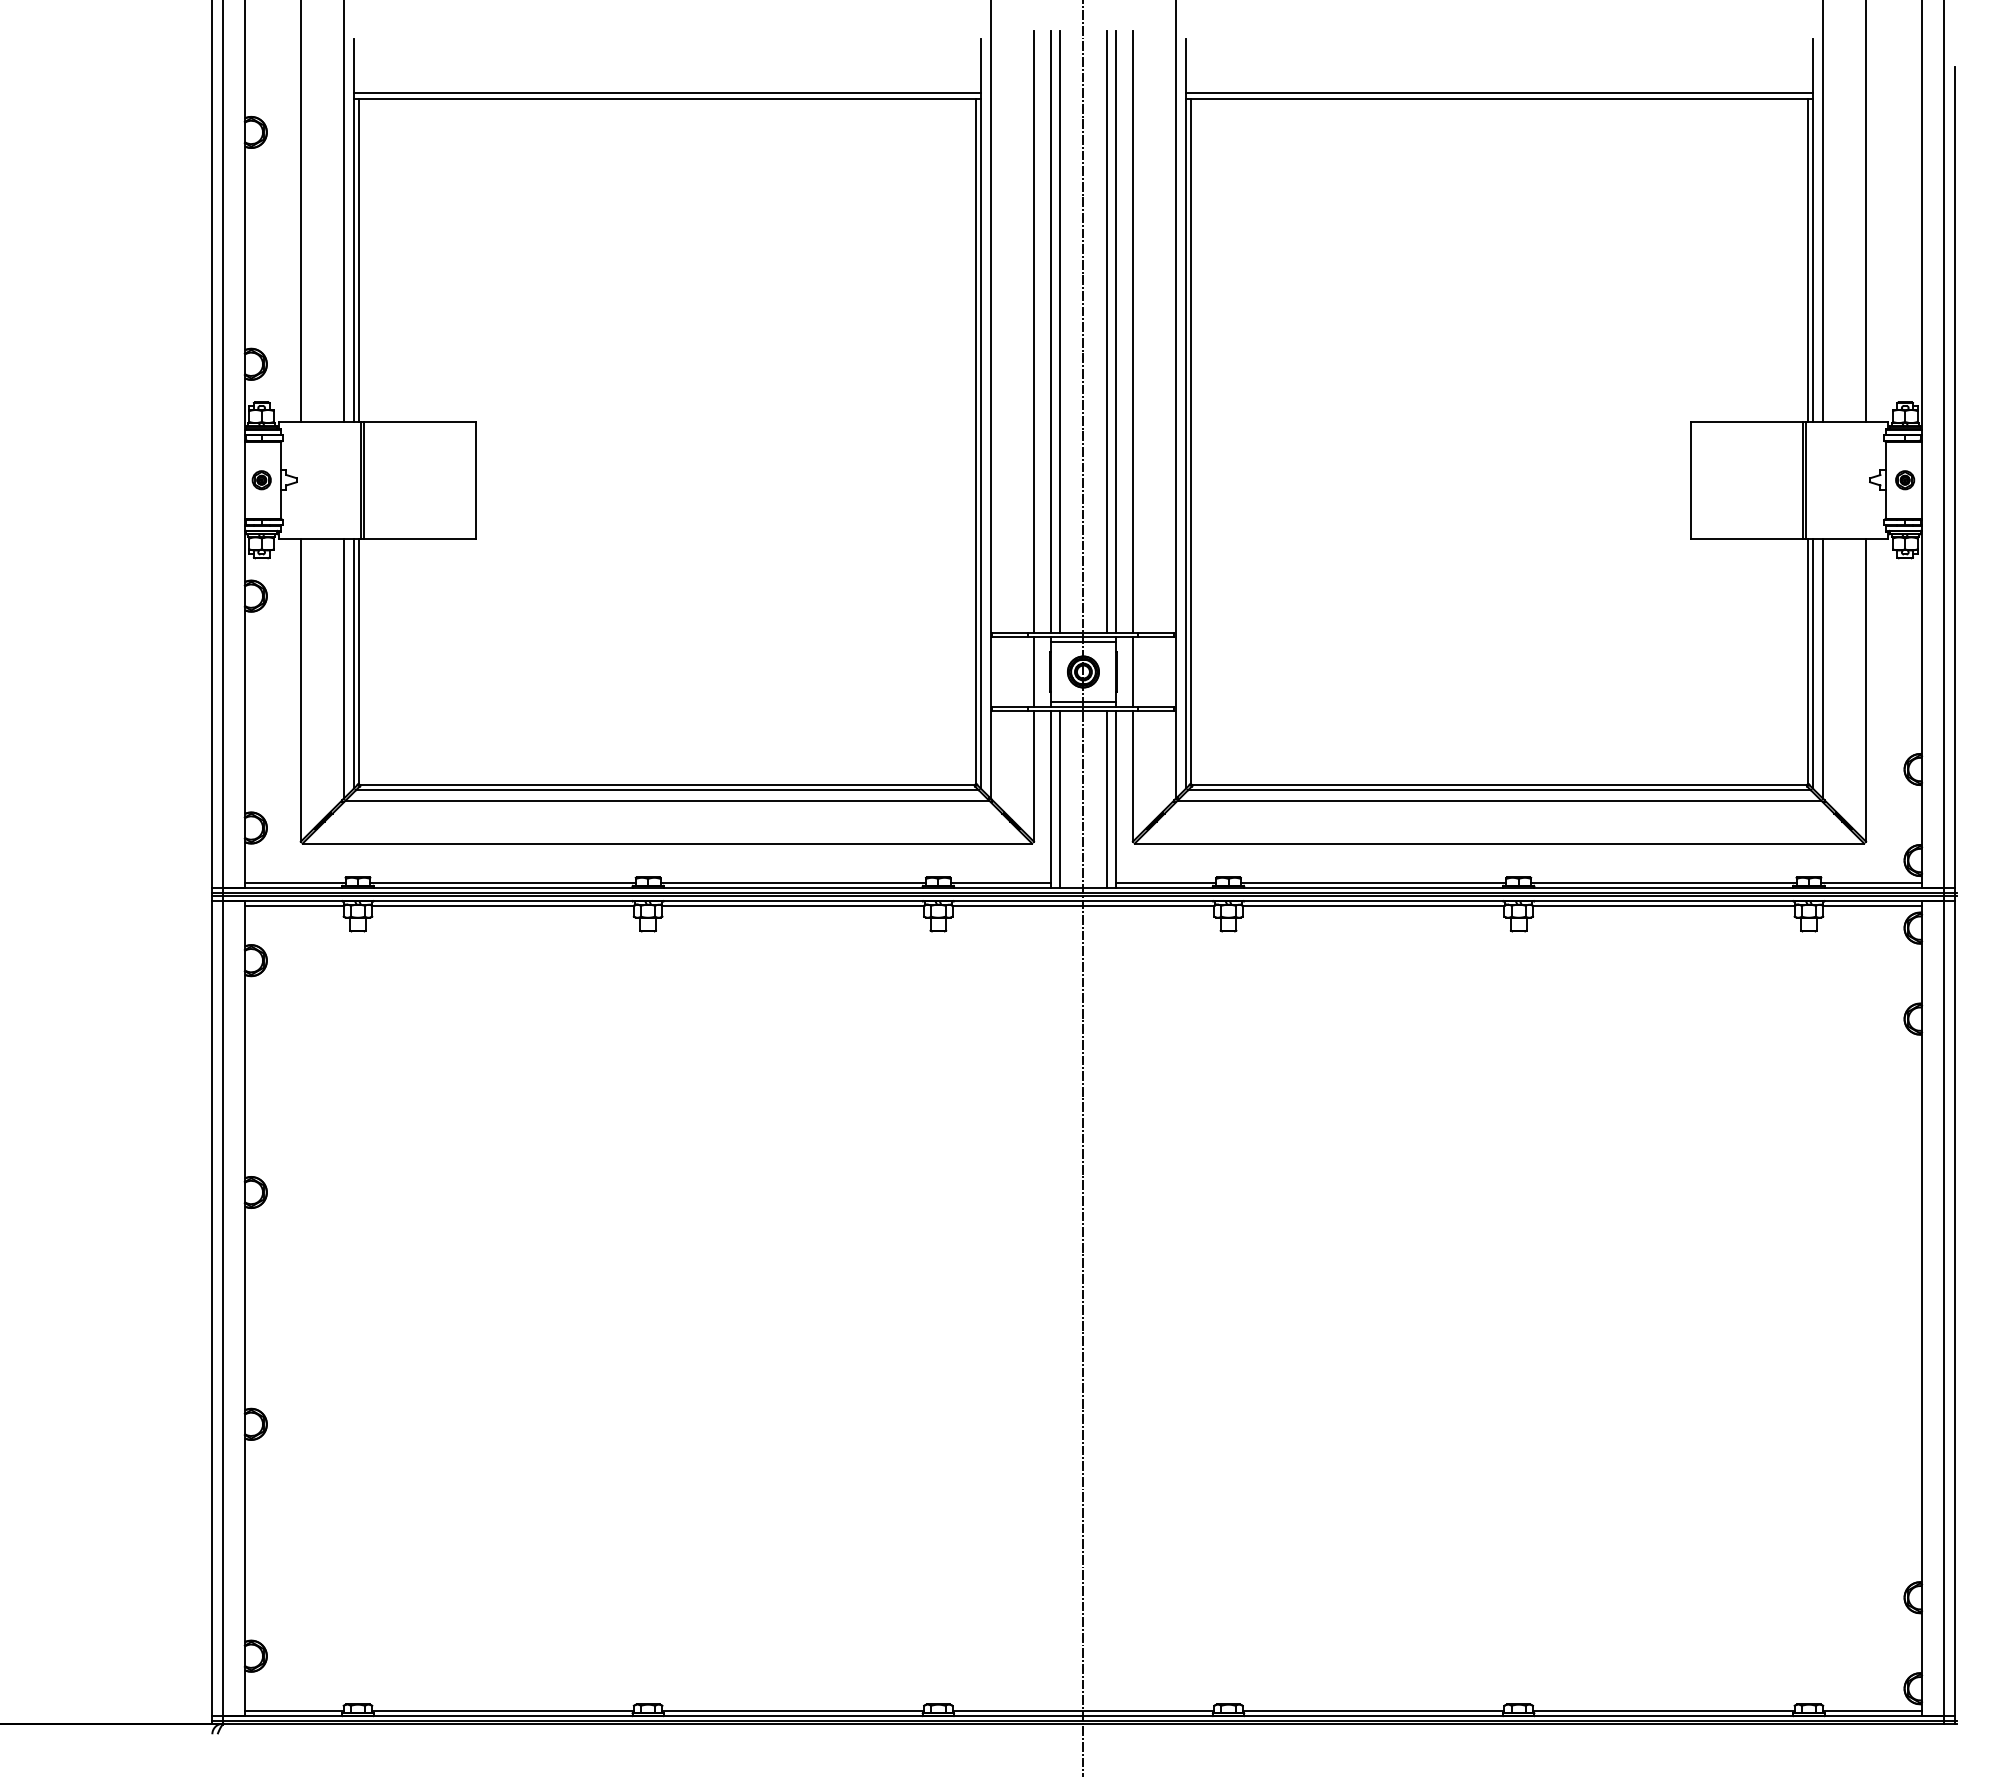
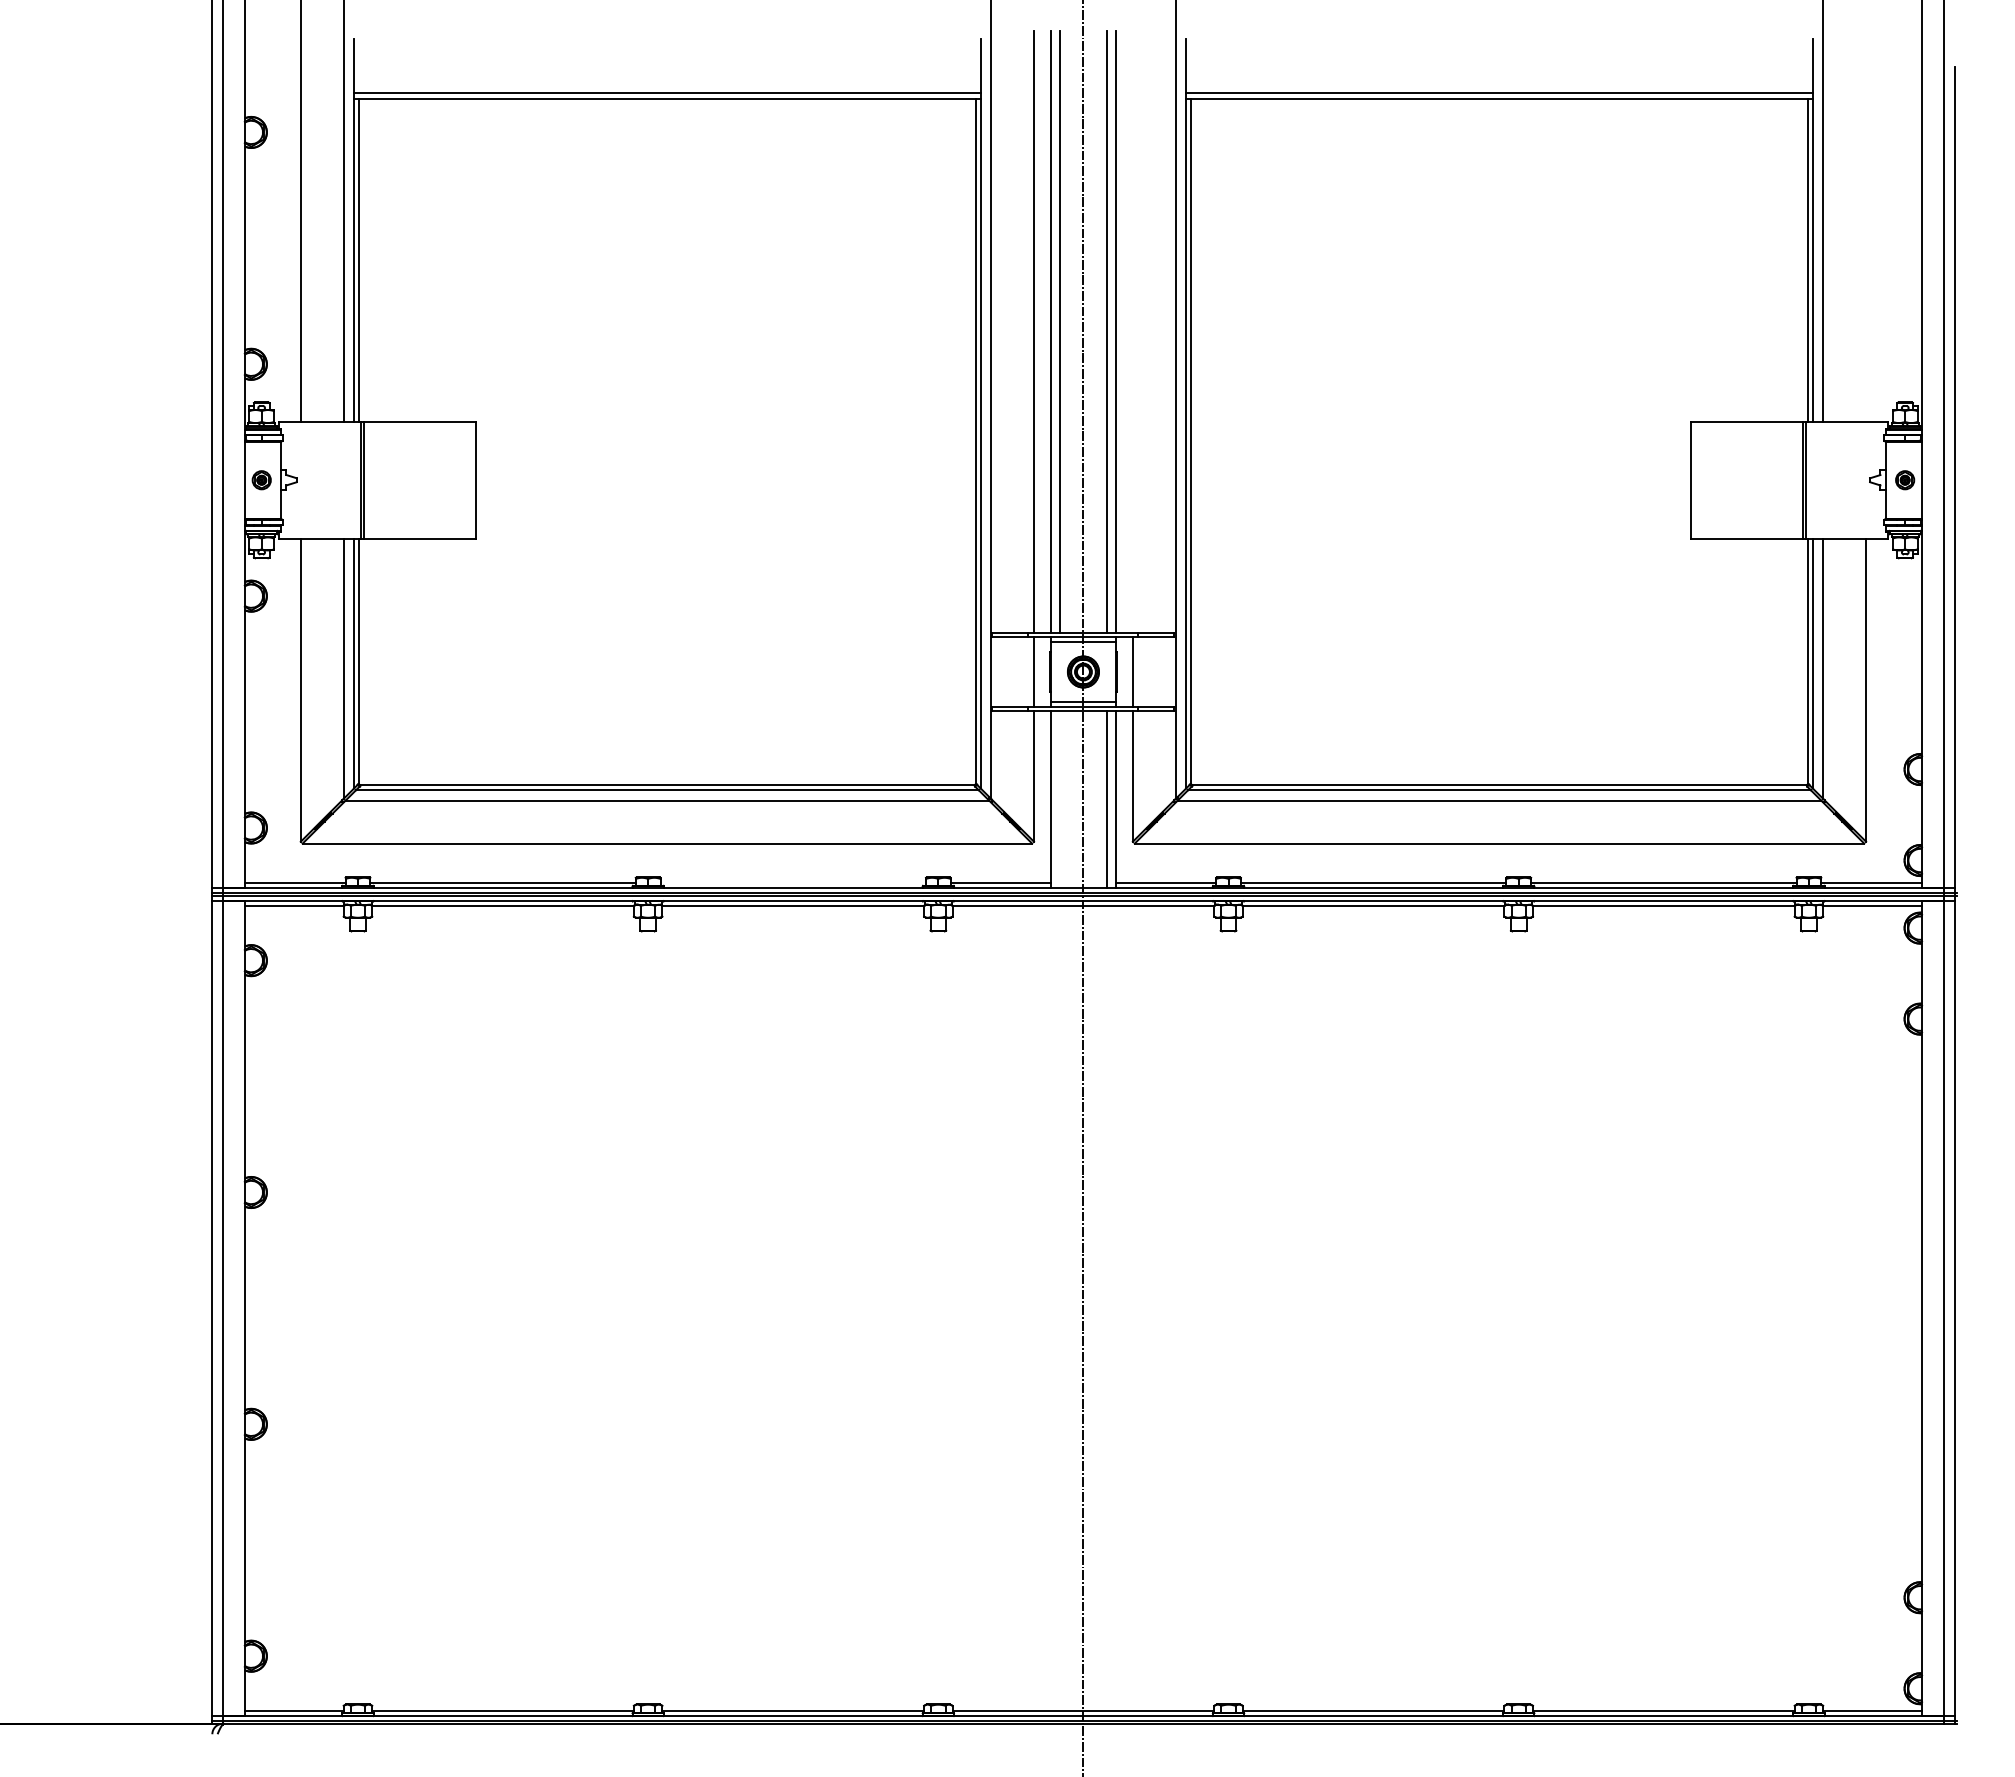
line at (1866, 211): present -> none
line at (1132, 332): present -> none
line at (1060, 799): present -> none
line at (793, 882): present -> none
